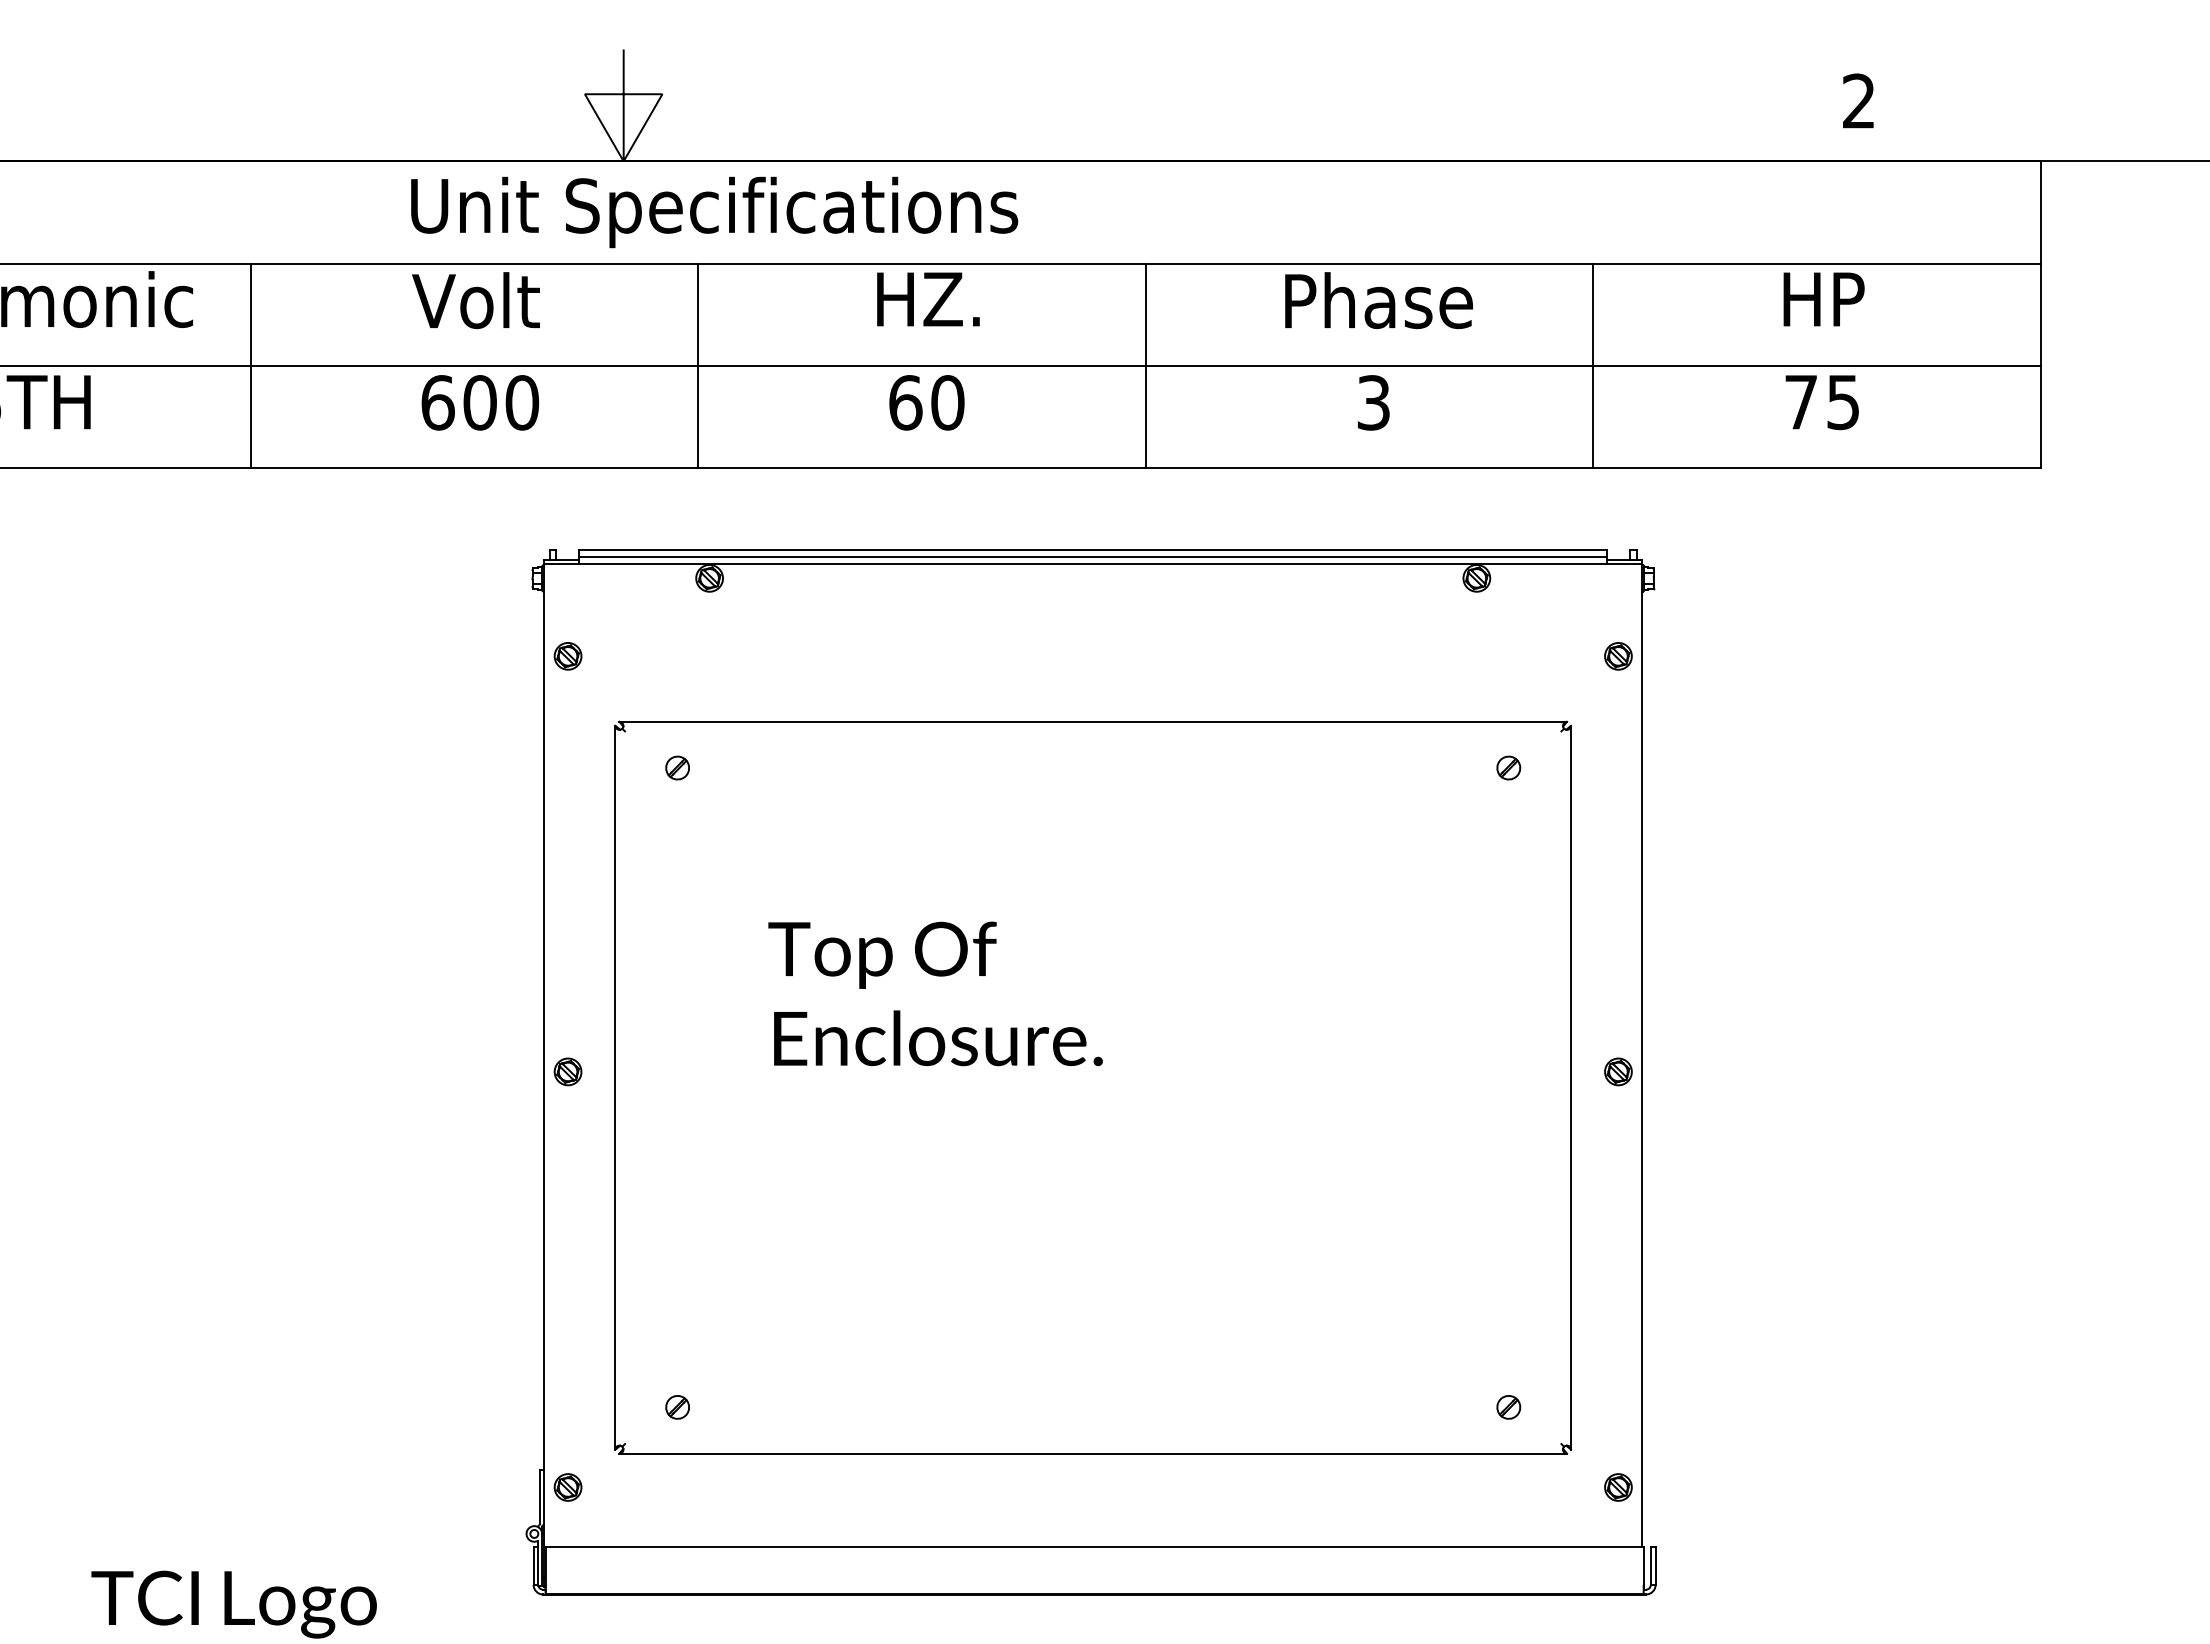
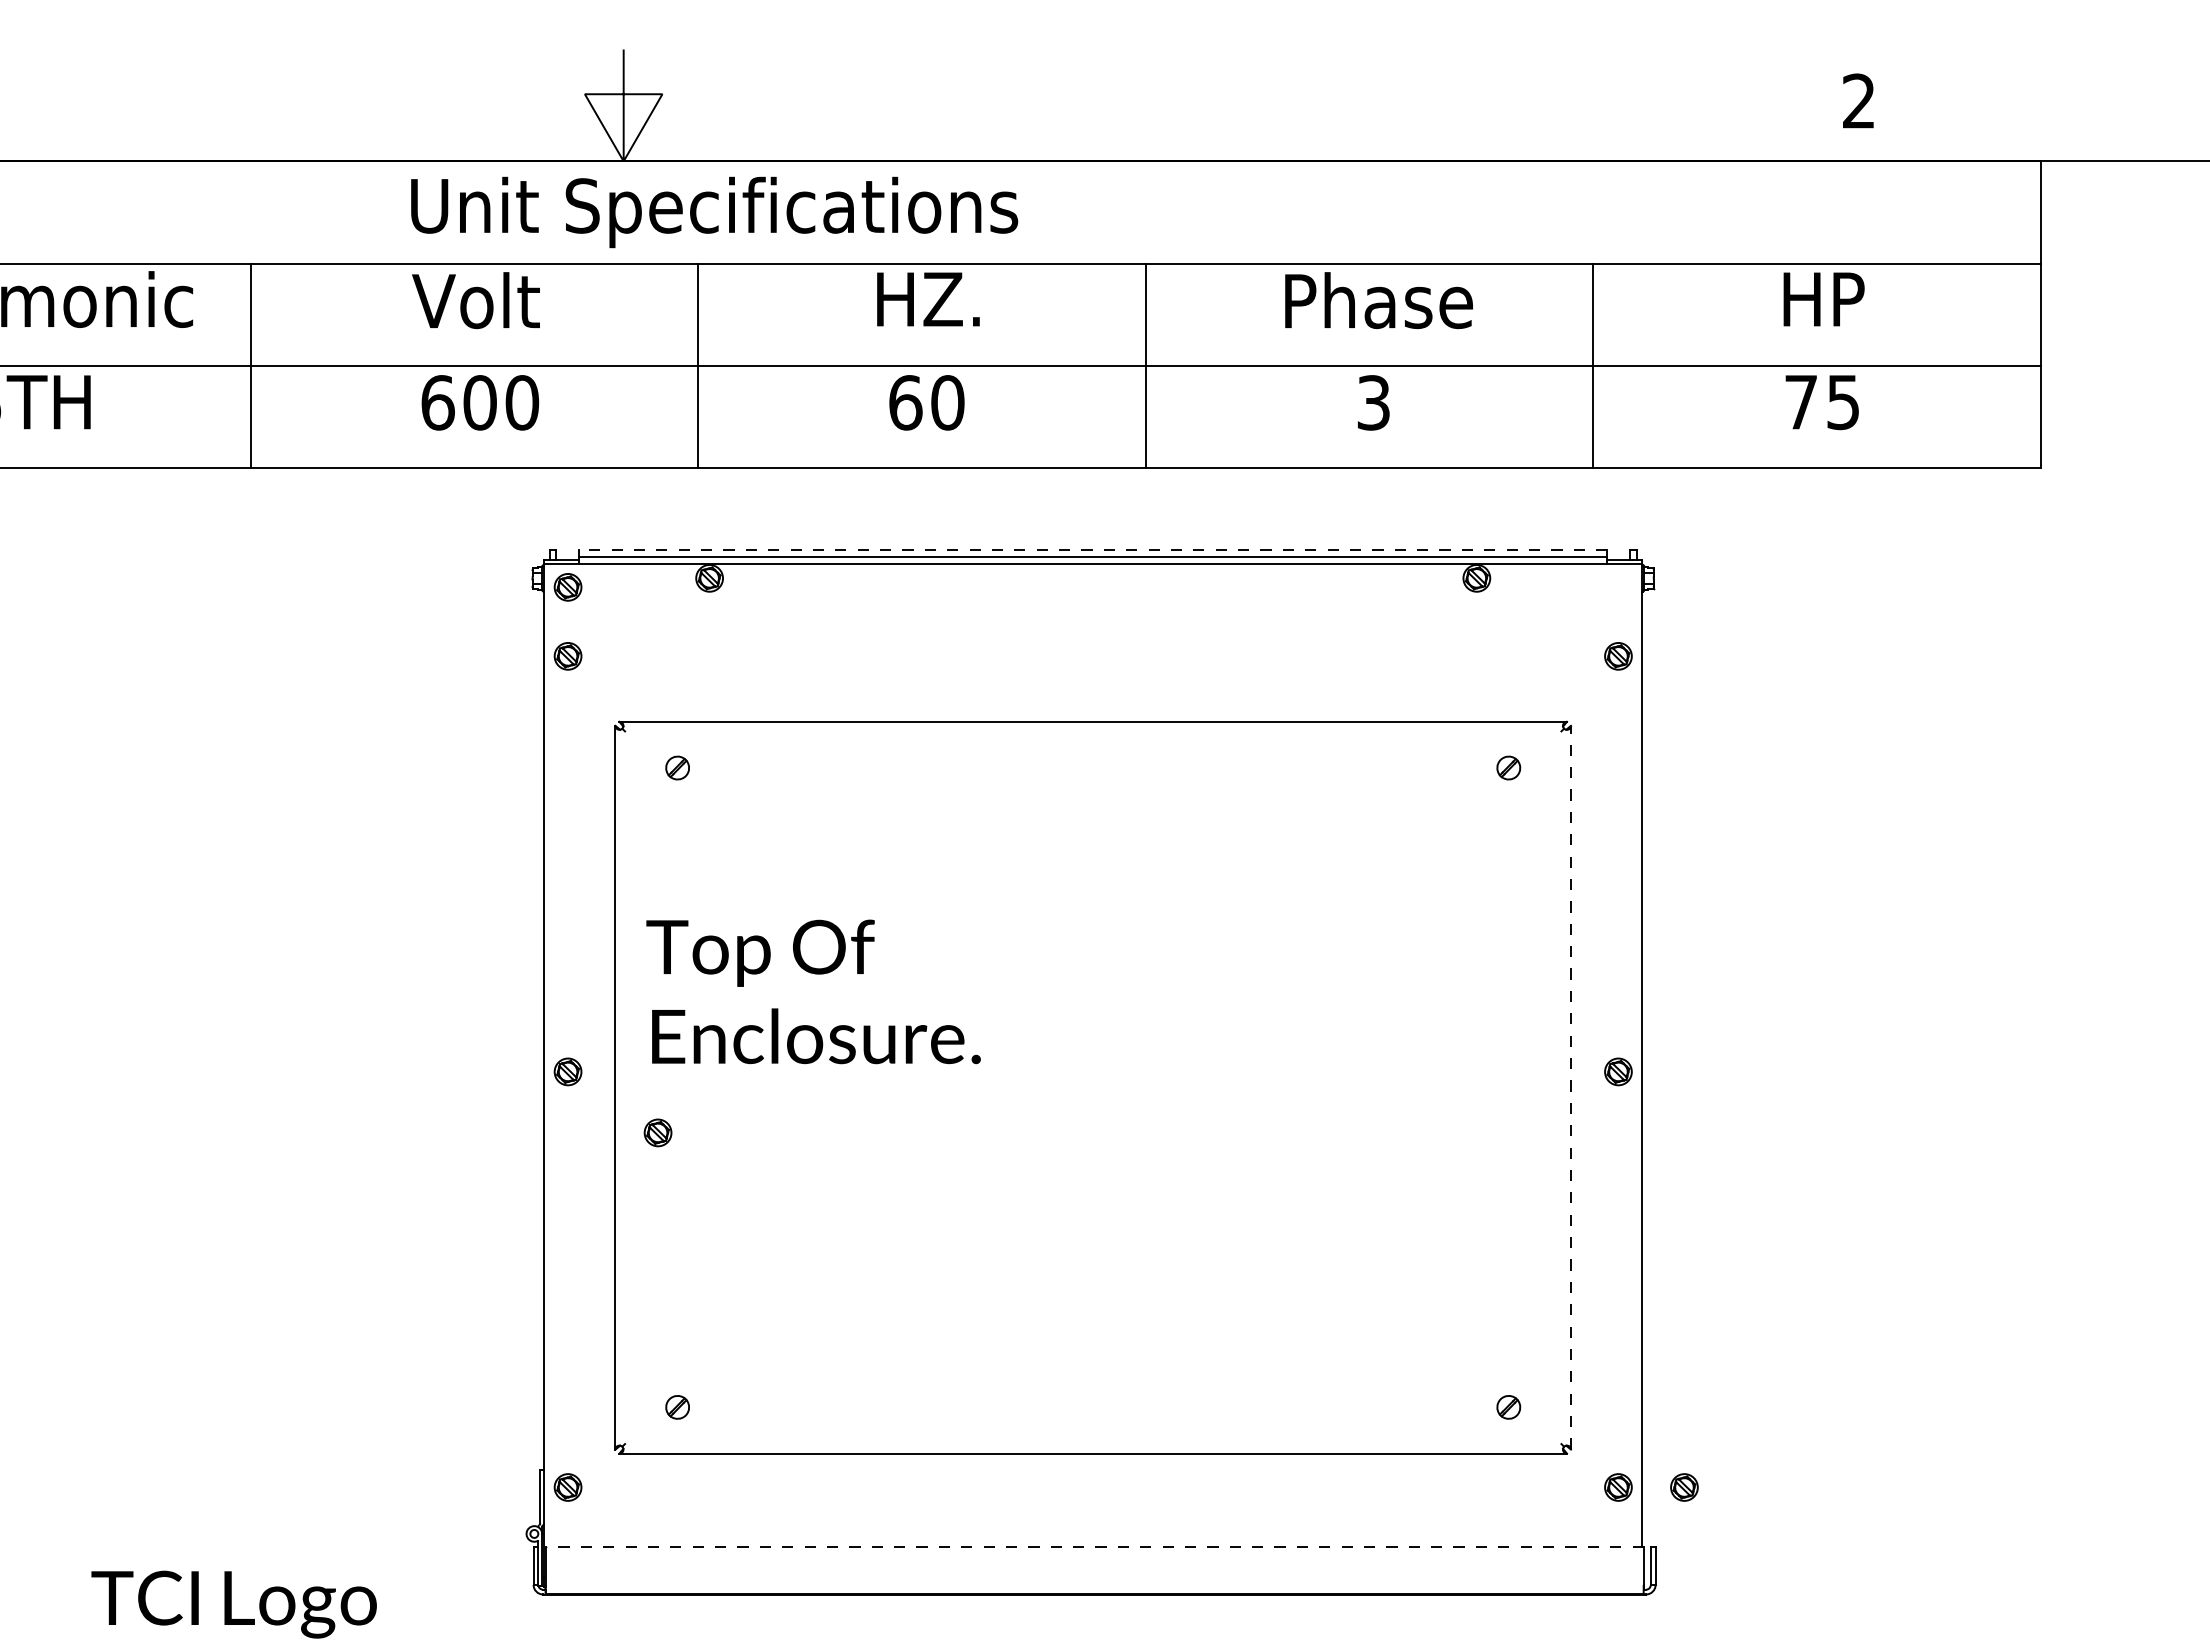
line at (1092, 550): solid -> dashed
part at (567, 587): none -> present
text at (935, 993) position: (935, 993) -> (813, 991)
line at (1570, 1087): solid -> dashed
part at (657, 1132): none -> present
part at (1684, 1487): none -> present
line at (1094, 1546): solid -> dashed
